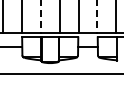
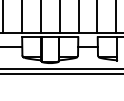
line at (40, 17): dashed -> solid
line at (97, 17): dashed -> solid
line at (61, 68): none -> present
